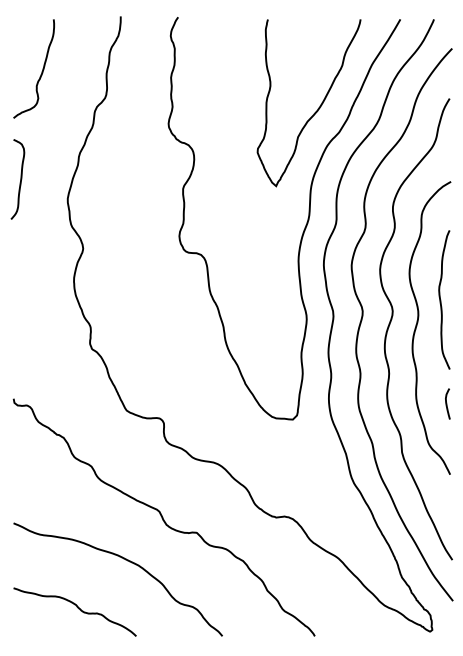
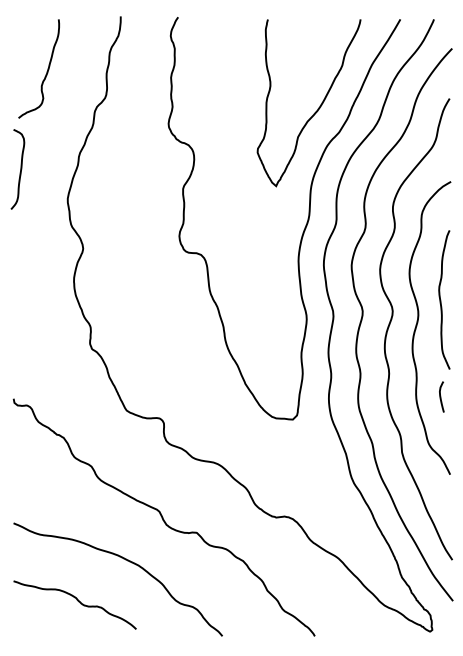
curve at (41, 71) position: (41, 71) -> (46, 71)
curve at (20, 179) position: (20, 179) -> (20, 169)
curve at (447, 403) position: (447, 403) -> (441, 396)
curve at (77, 608) position: (77, 608) -> (77, 601)
